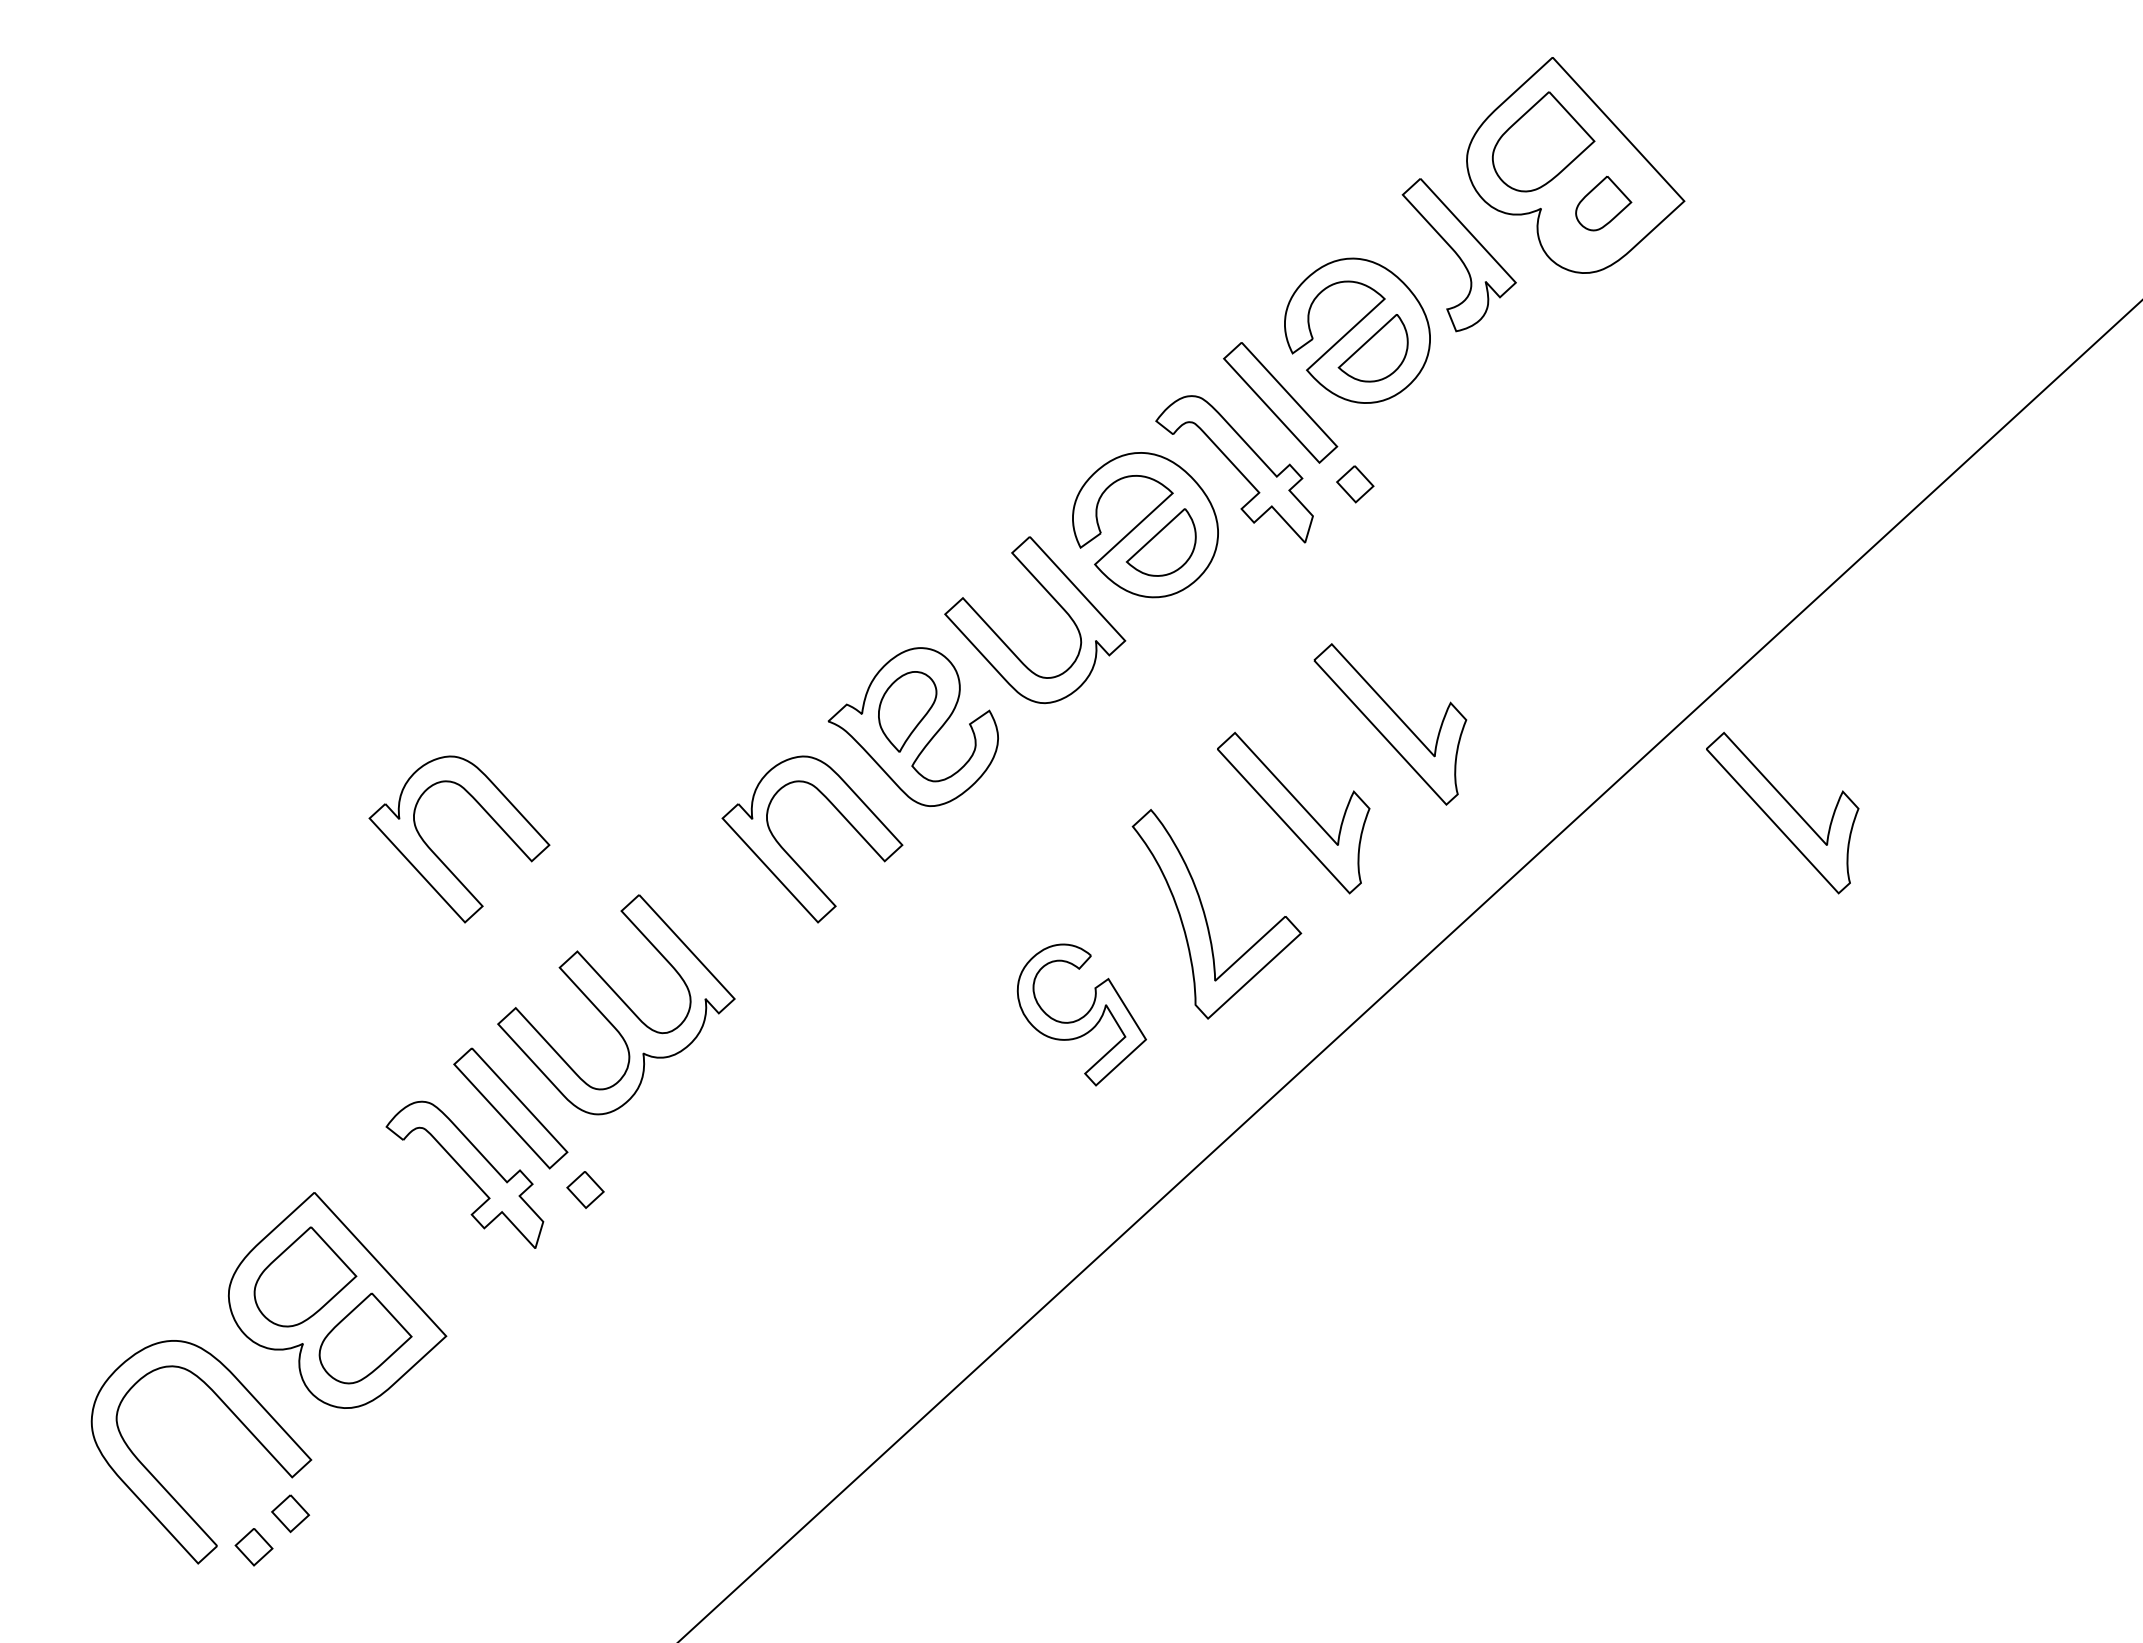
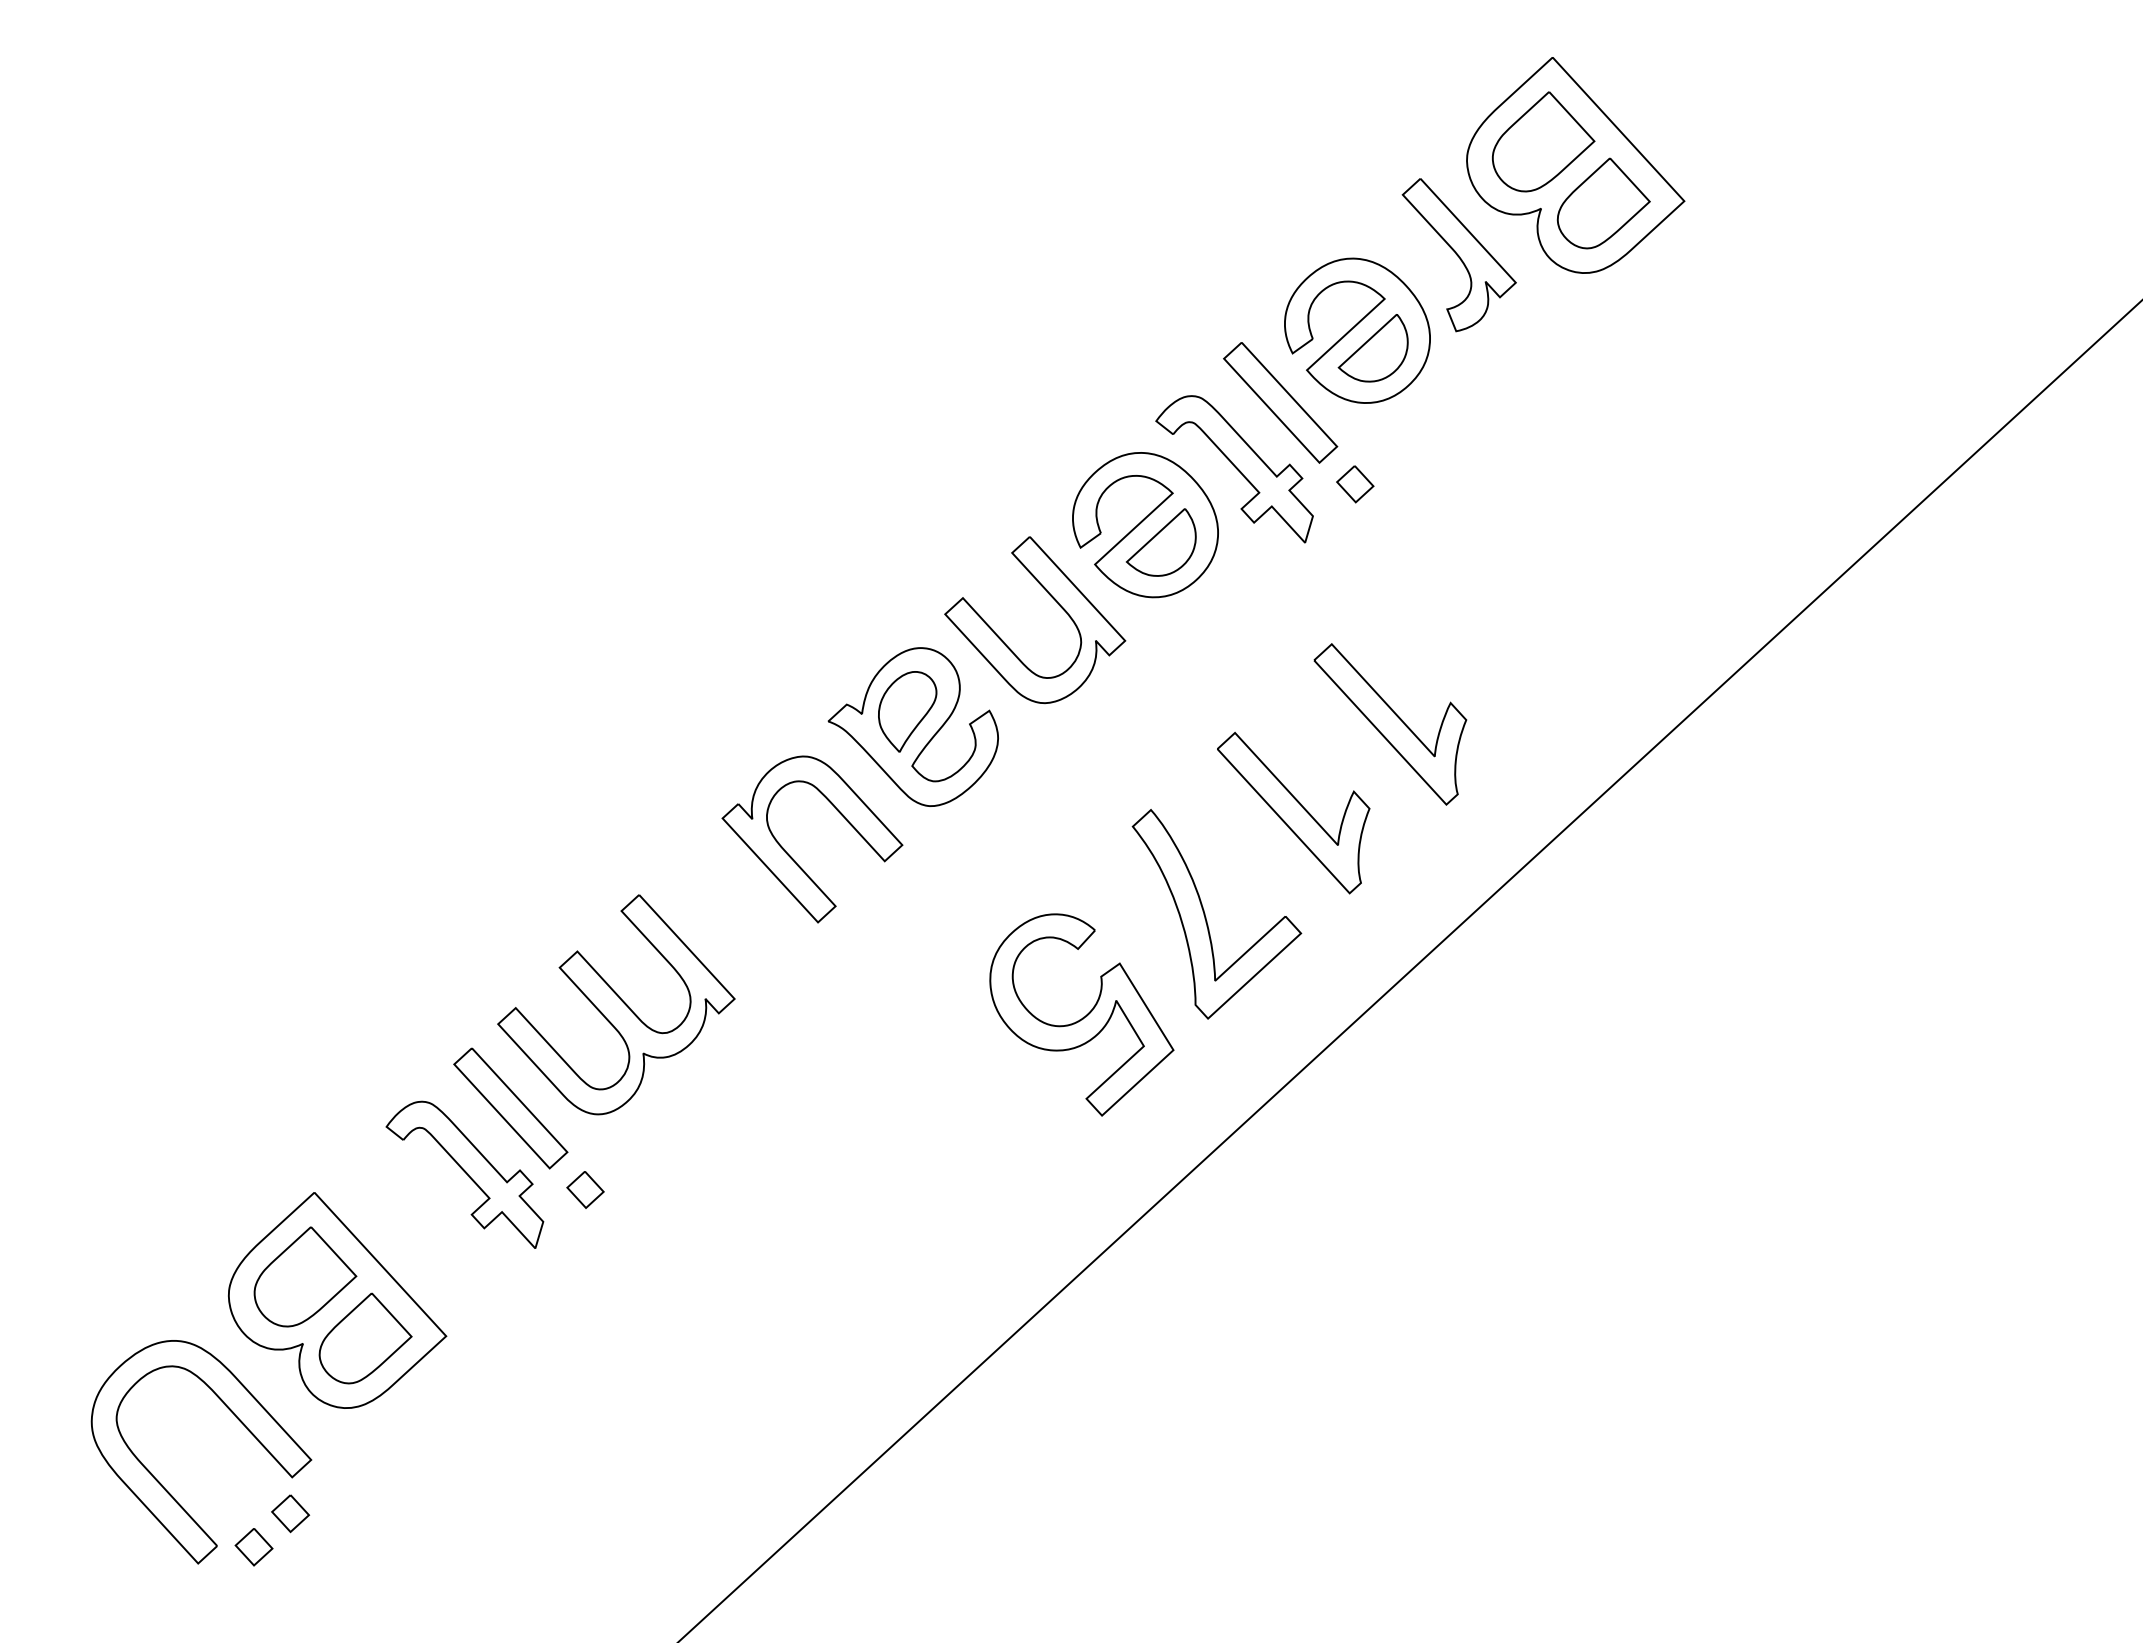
part at (1603, 203) size: 58x57 px -> 95x93 px
part at (1782, 812): present -> none
part at (440, 858): present -> none
part at (1081, 1014) size: 131x144 px -> 186x204 px
